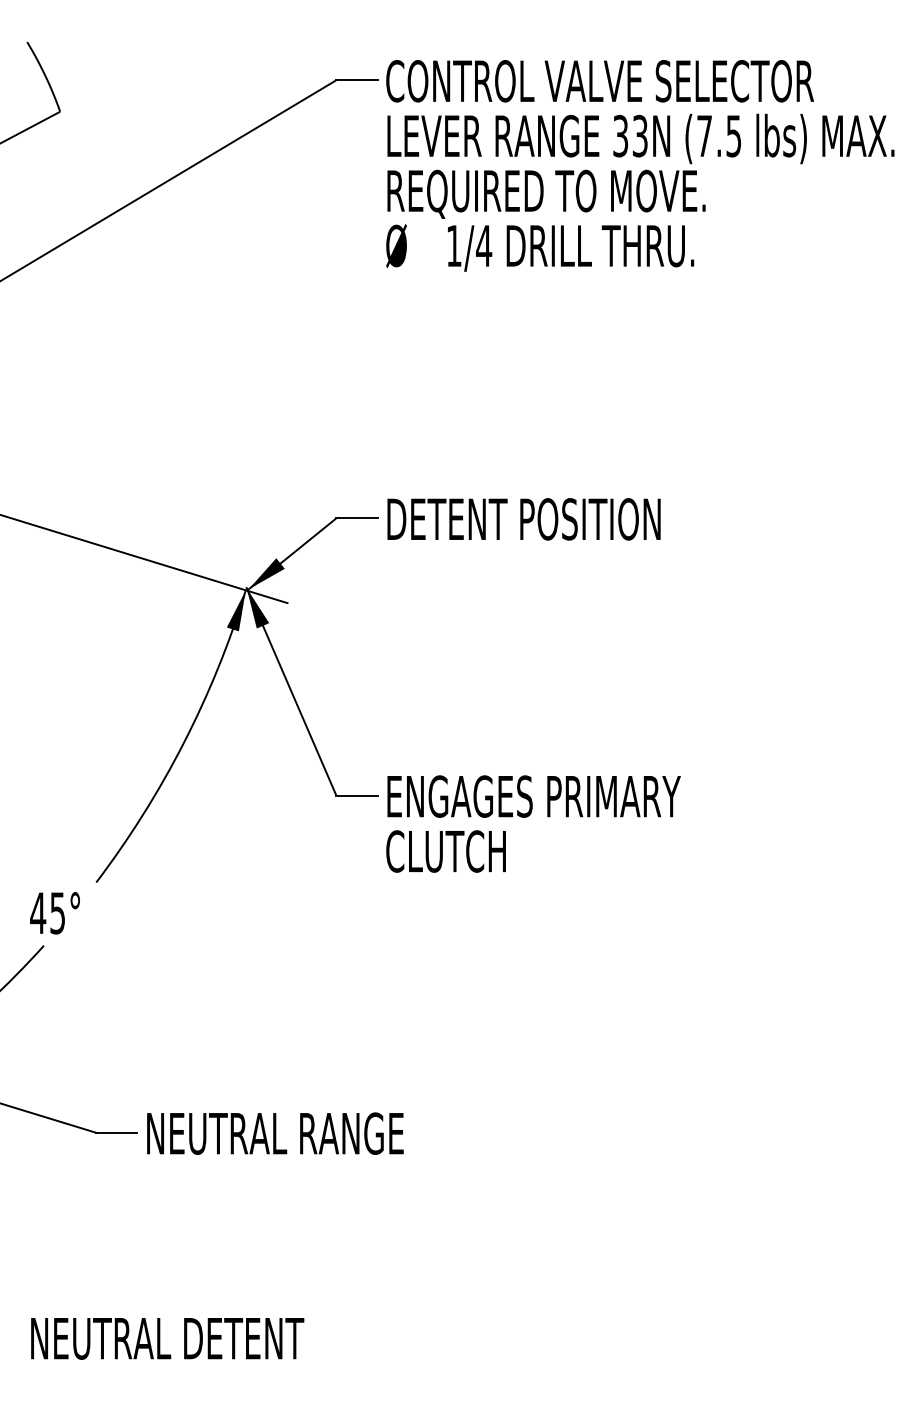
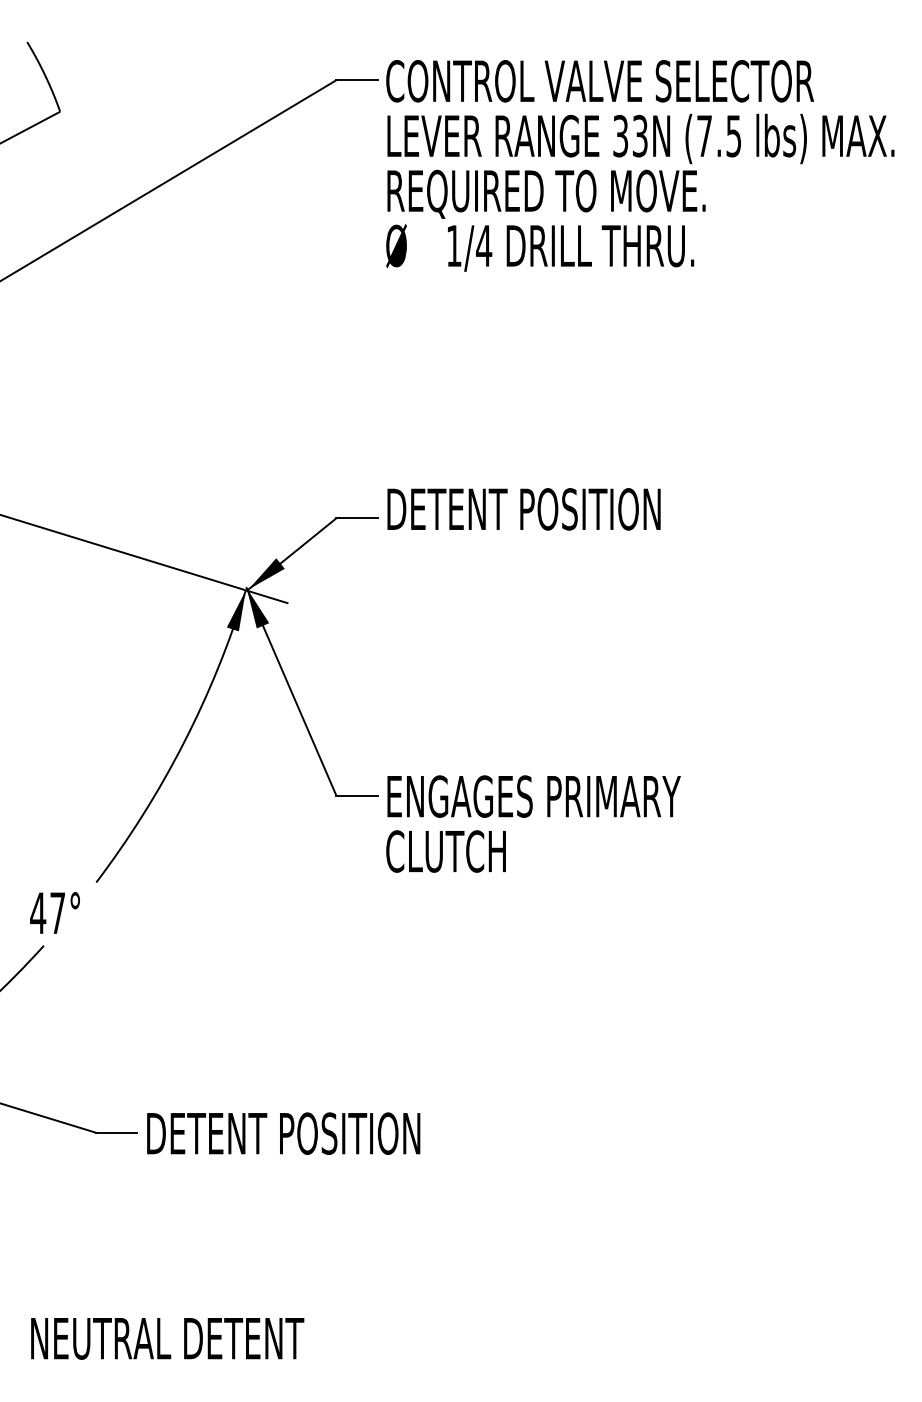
text at (523, 519) position: (523, 519) -> (523, 509)
text at (57, 913): 45° -> 47°
text at (285, 1133): NEUTRAL RANGE -> DETENT POSITION
